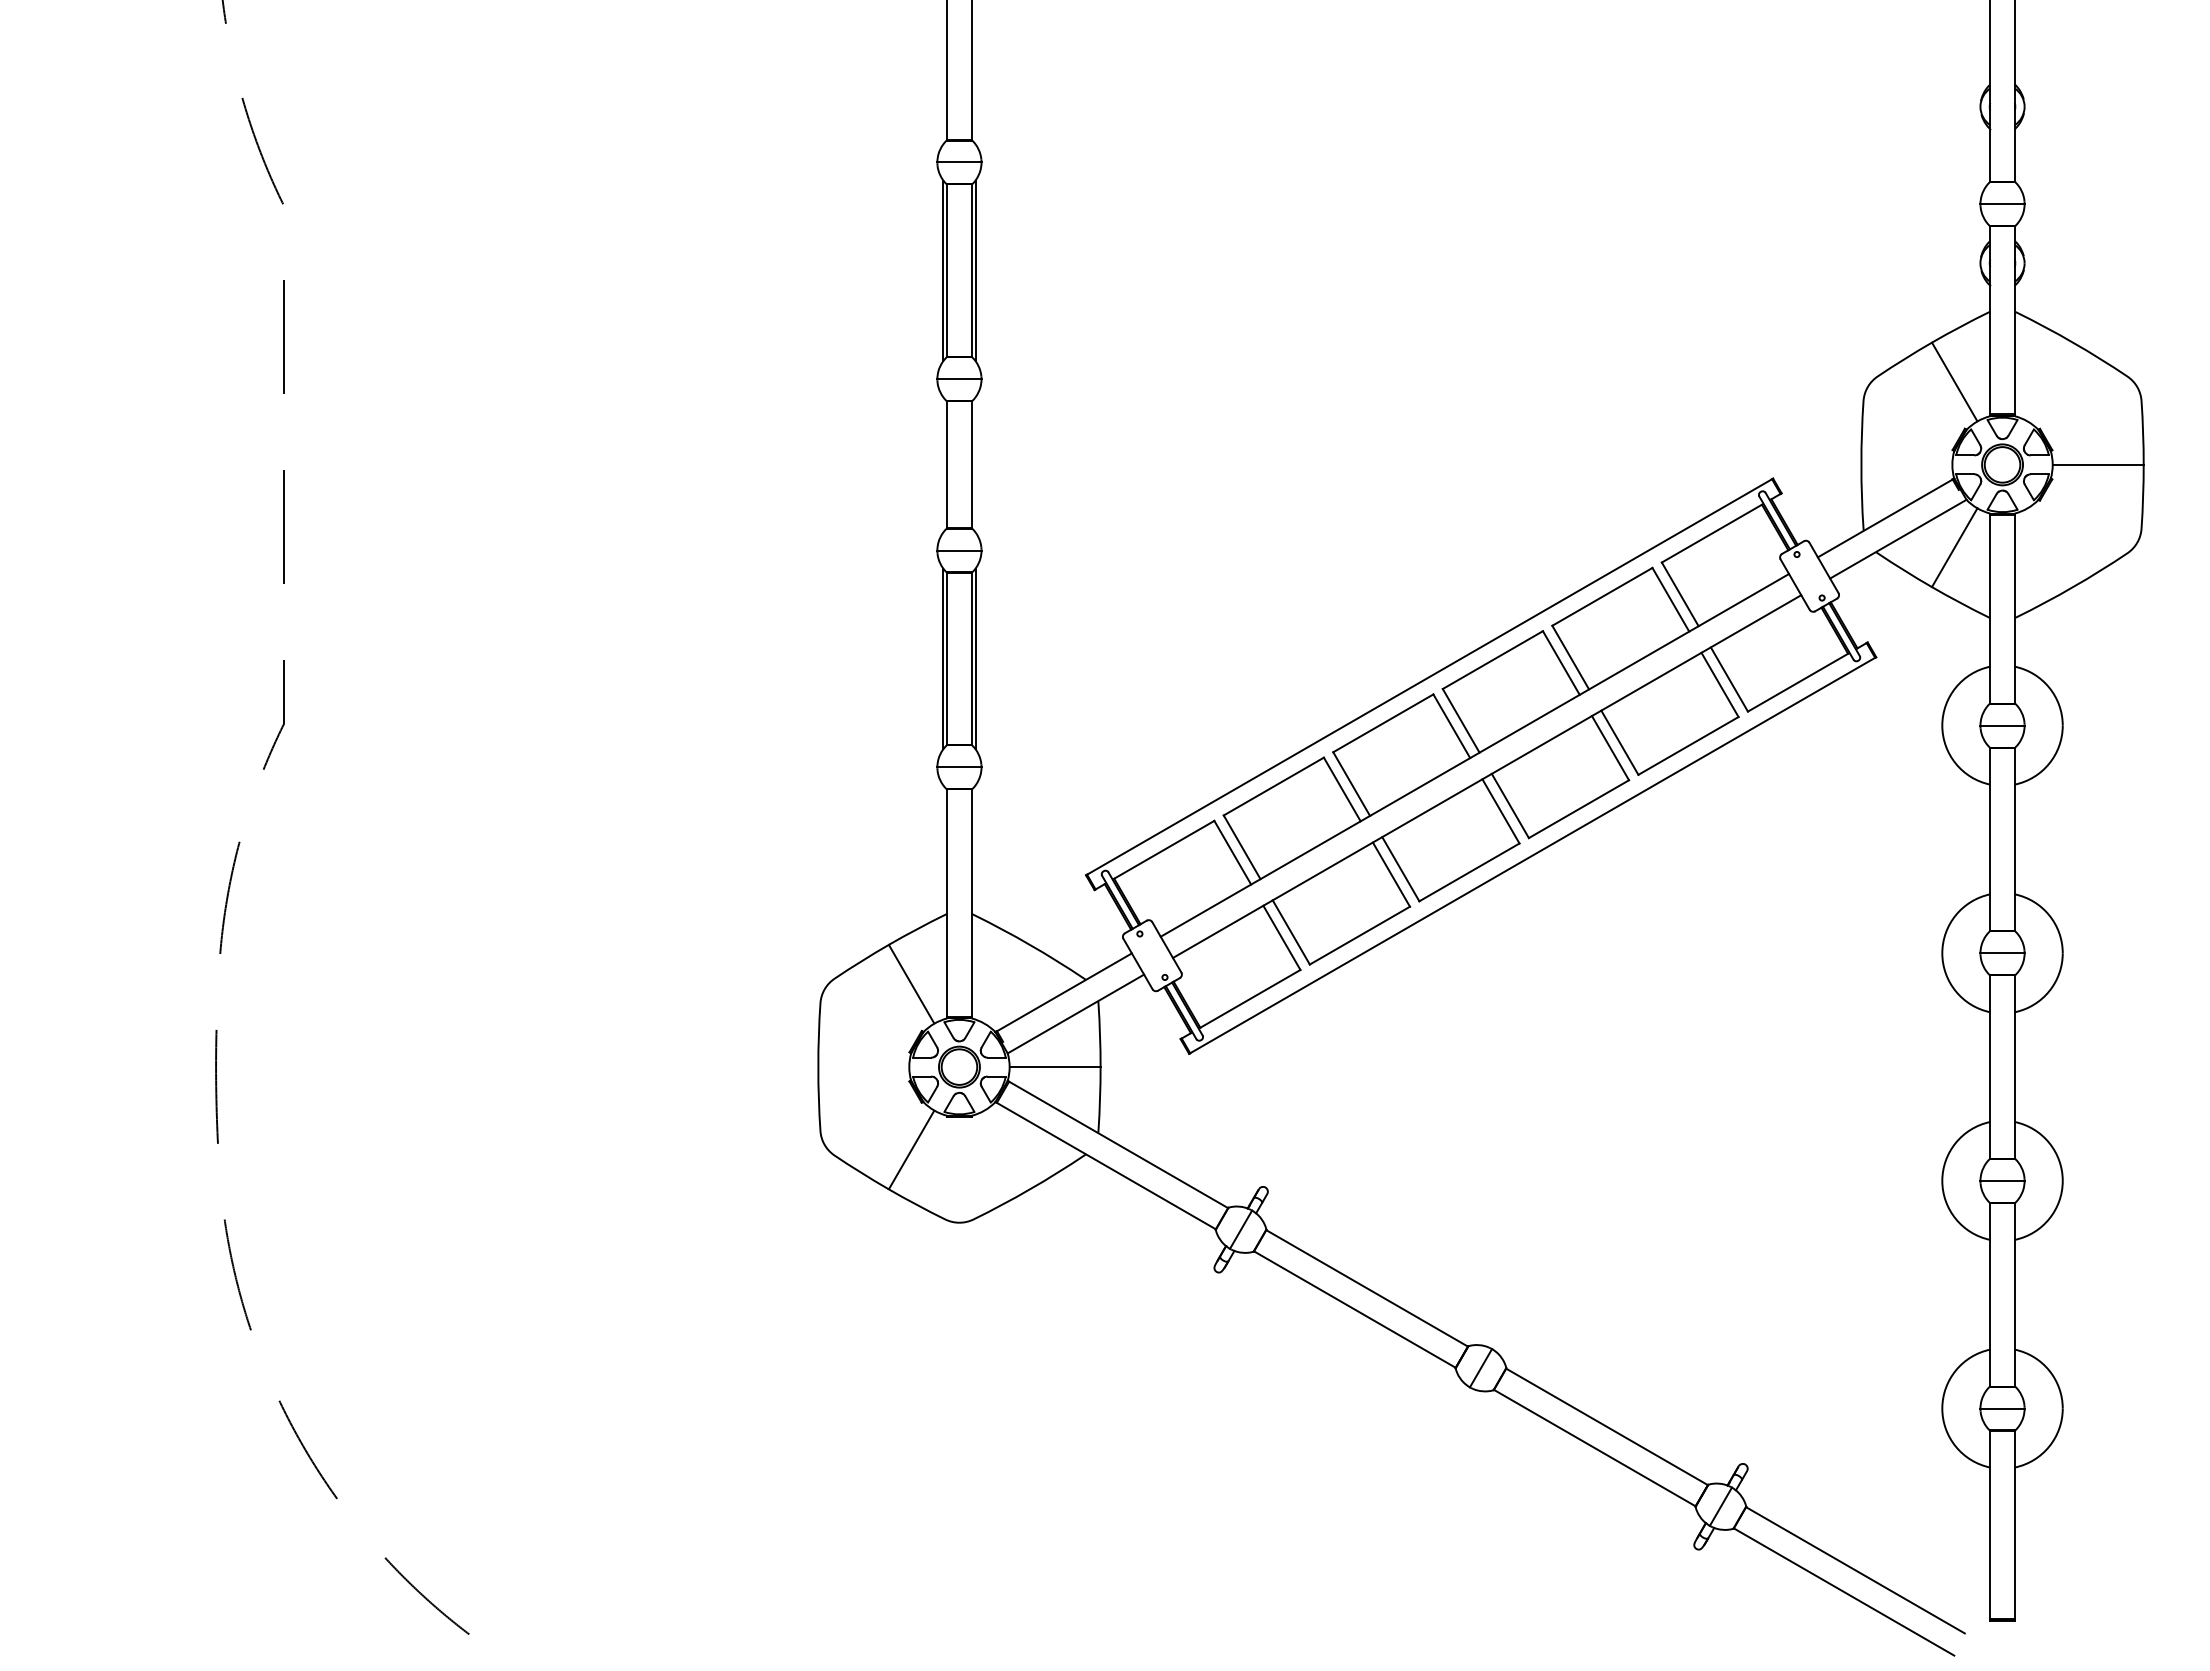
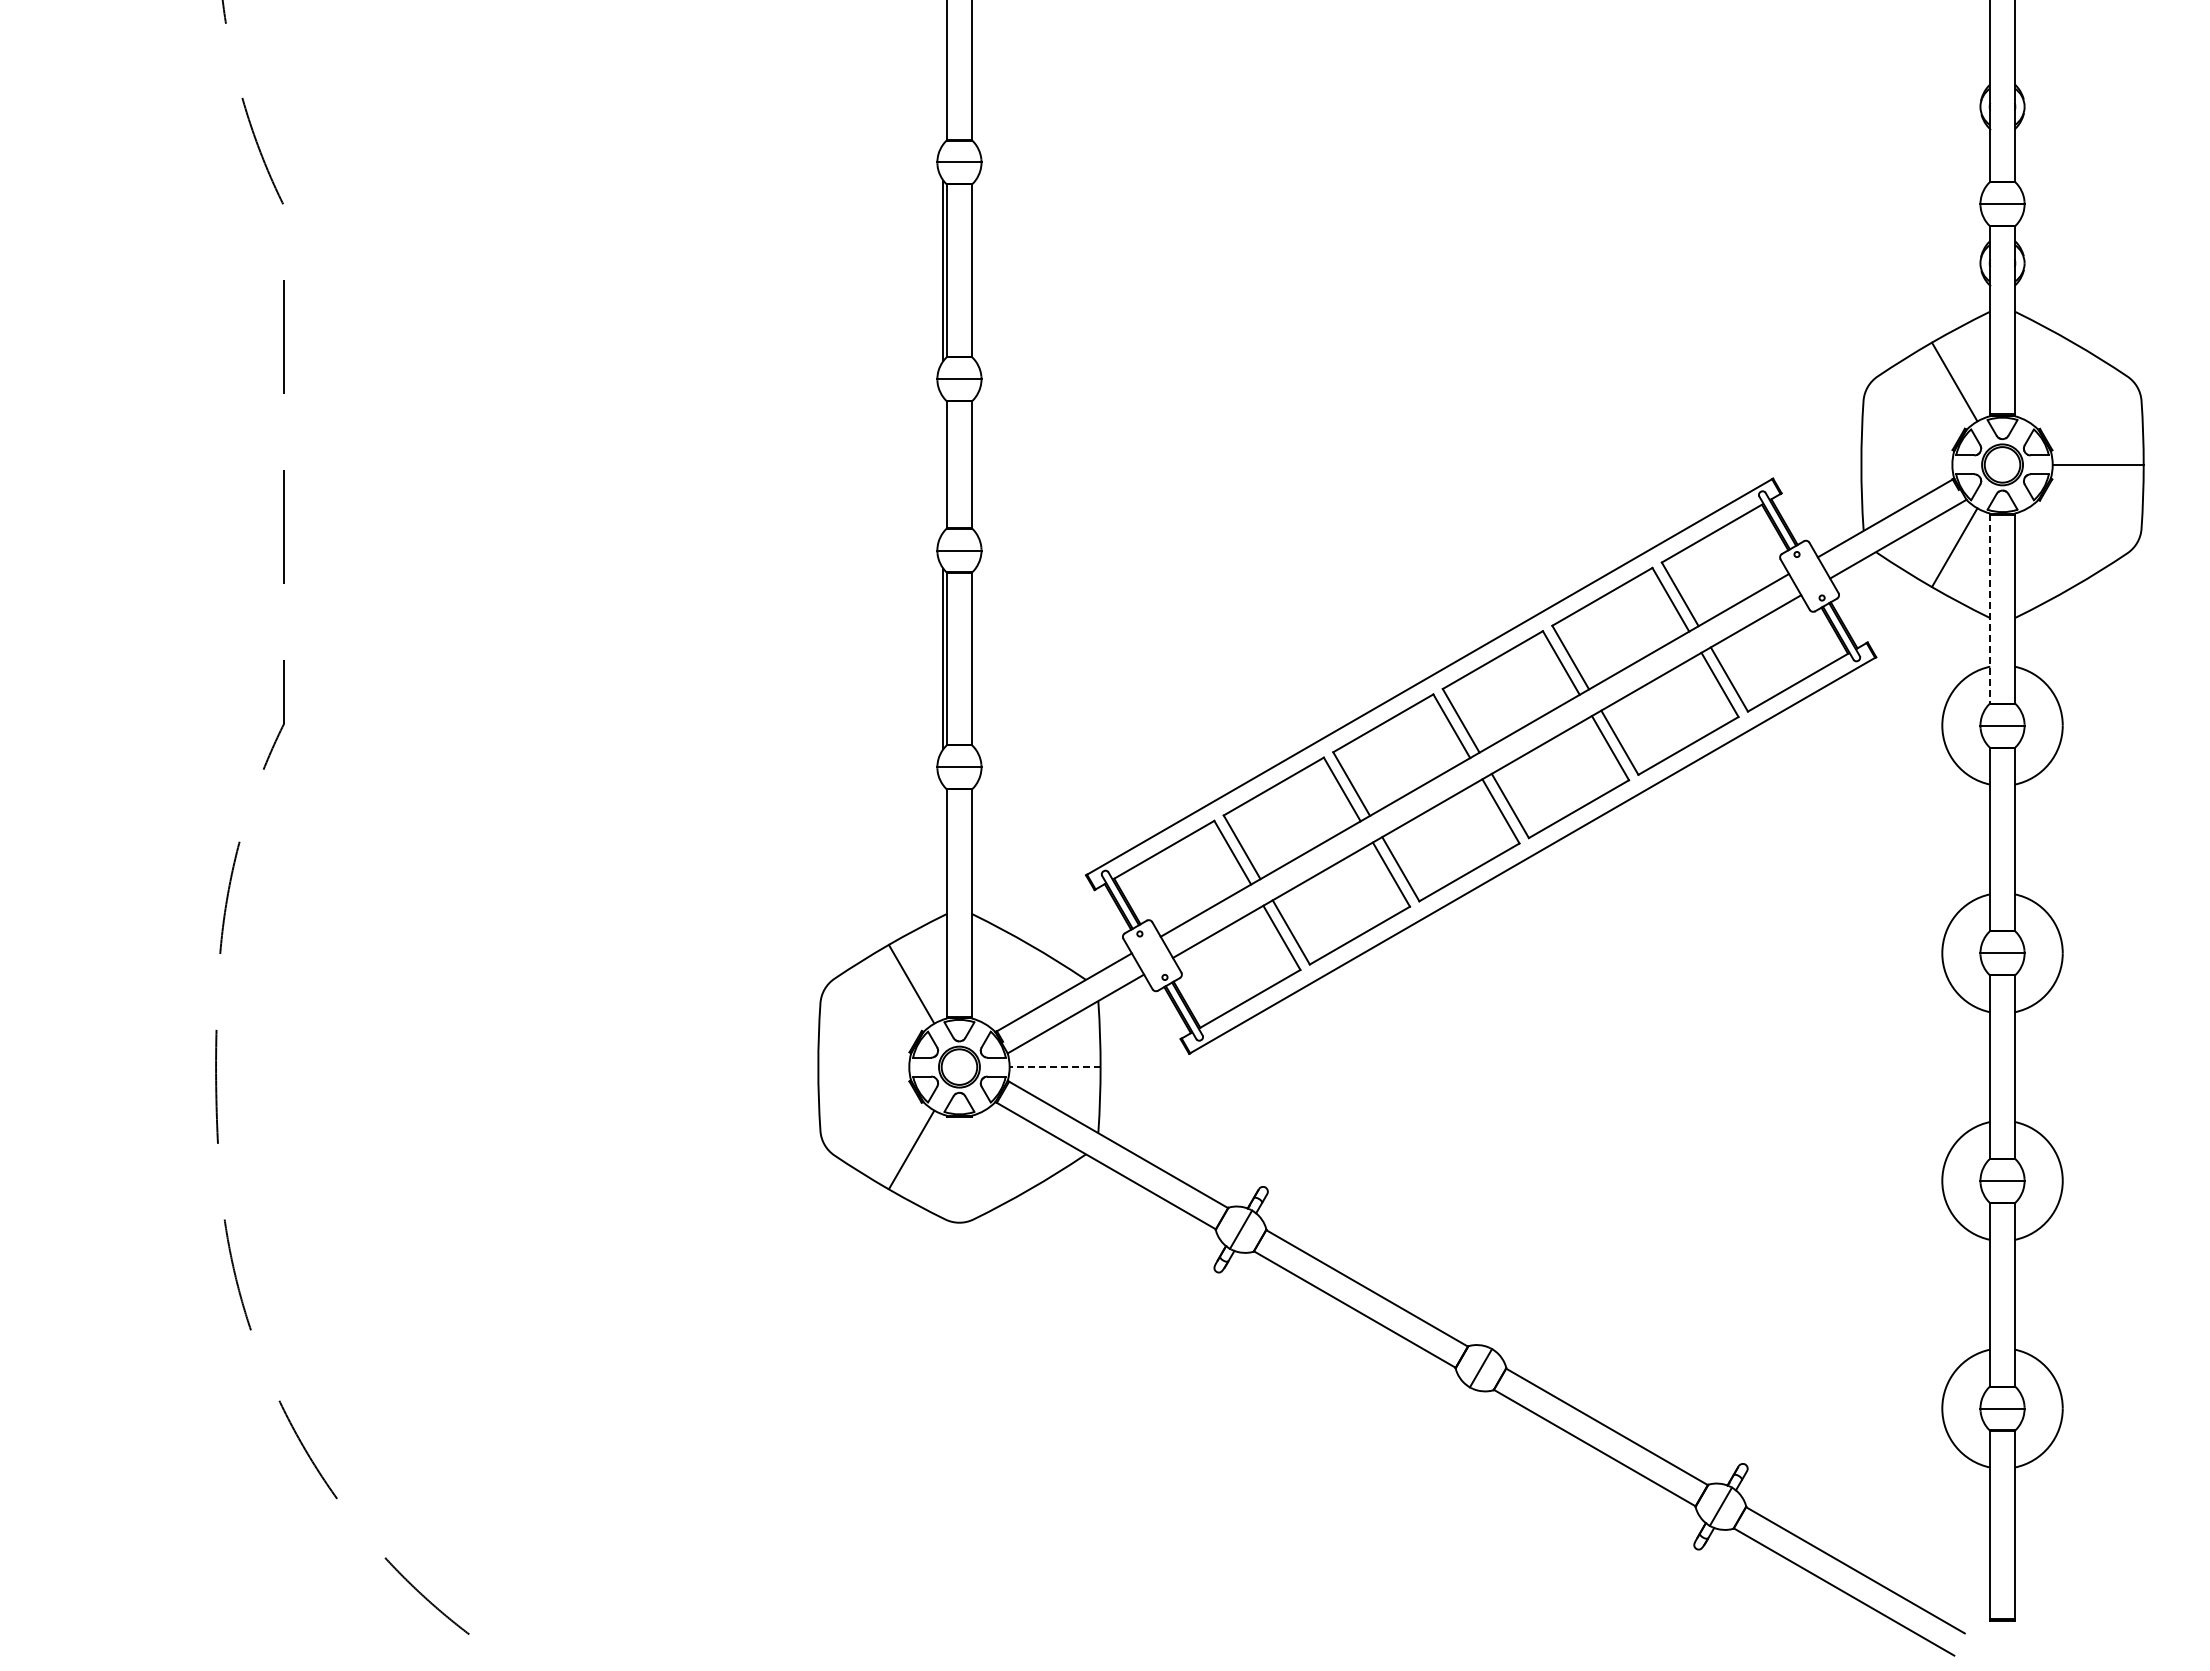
line at (975, 270): present -> none
line at (1990, 609): solid -> dashed
line at (975, 658): present -> none
line at (1054, 1067): solid -> dashed
